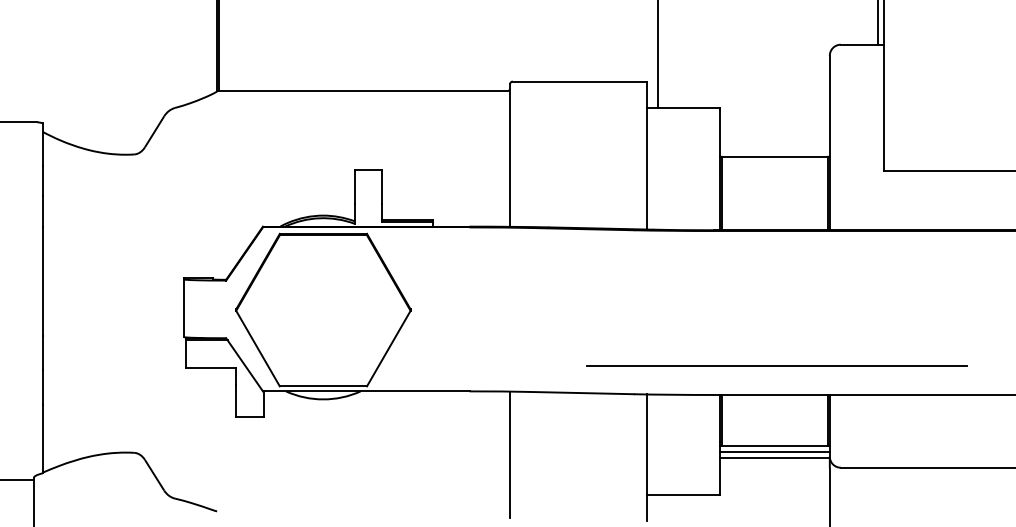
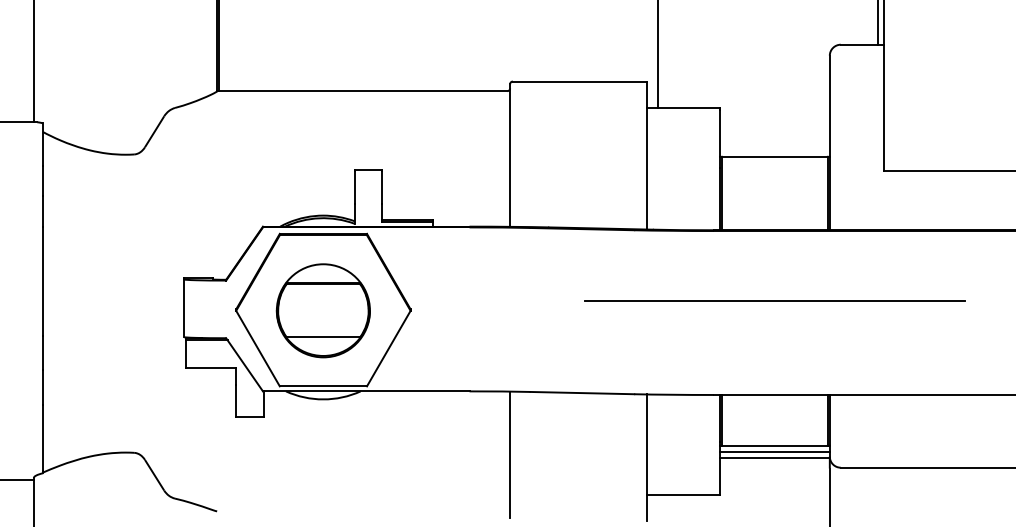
line at (33, 62): none -> present
part at (322, 310): none -> present
line at (776, 365) position: (776, 365) -> (774, 300)
